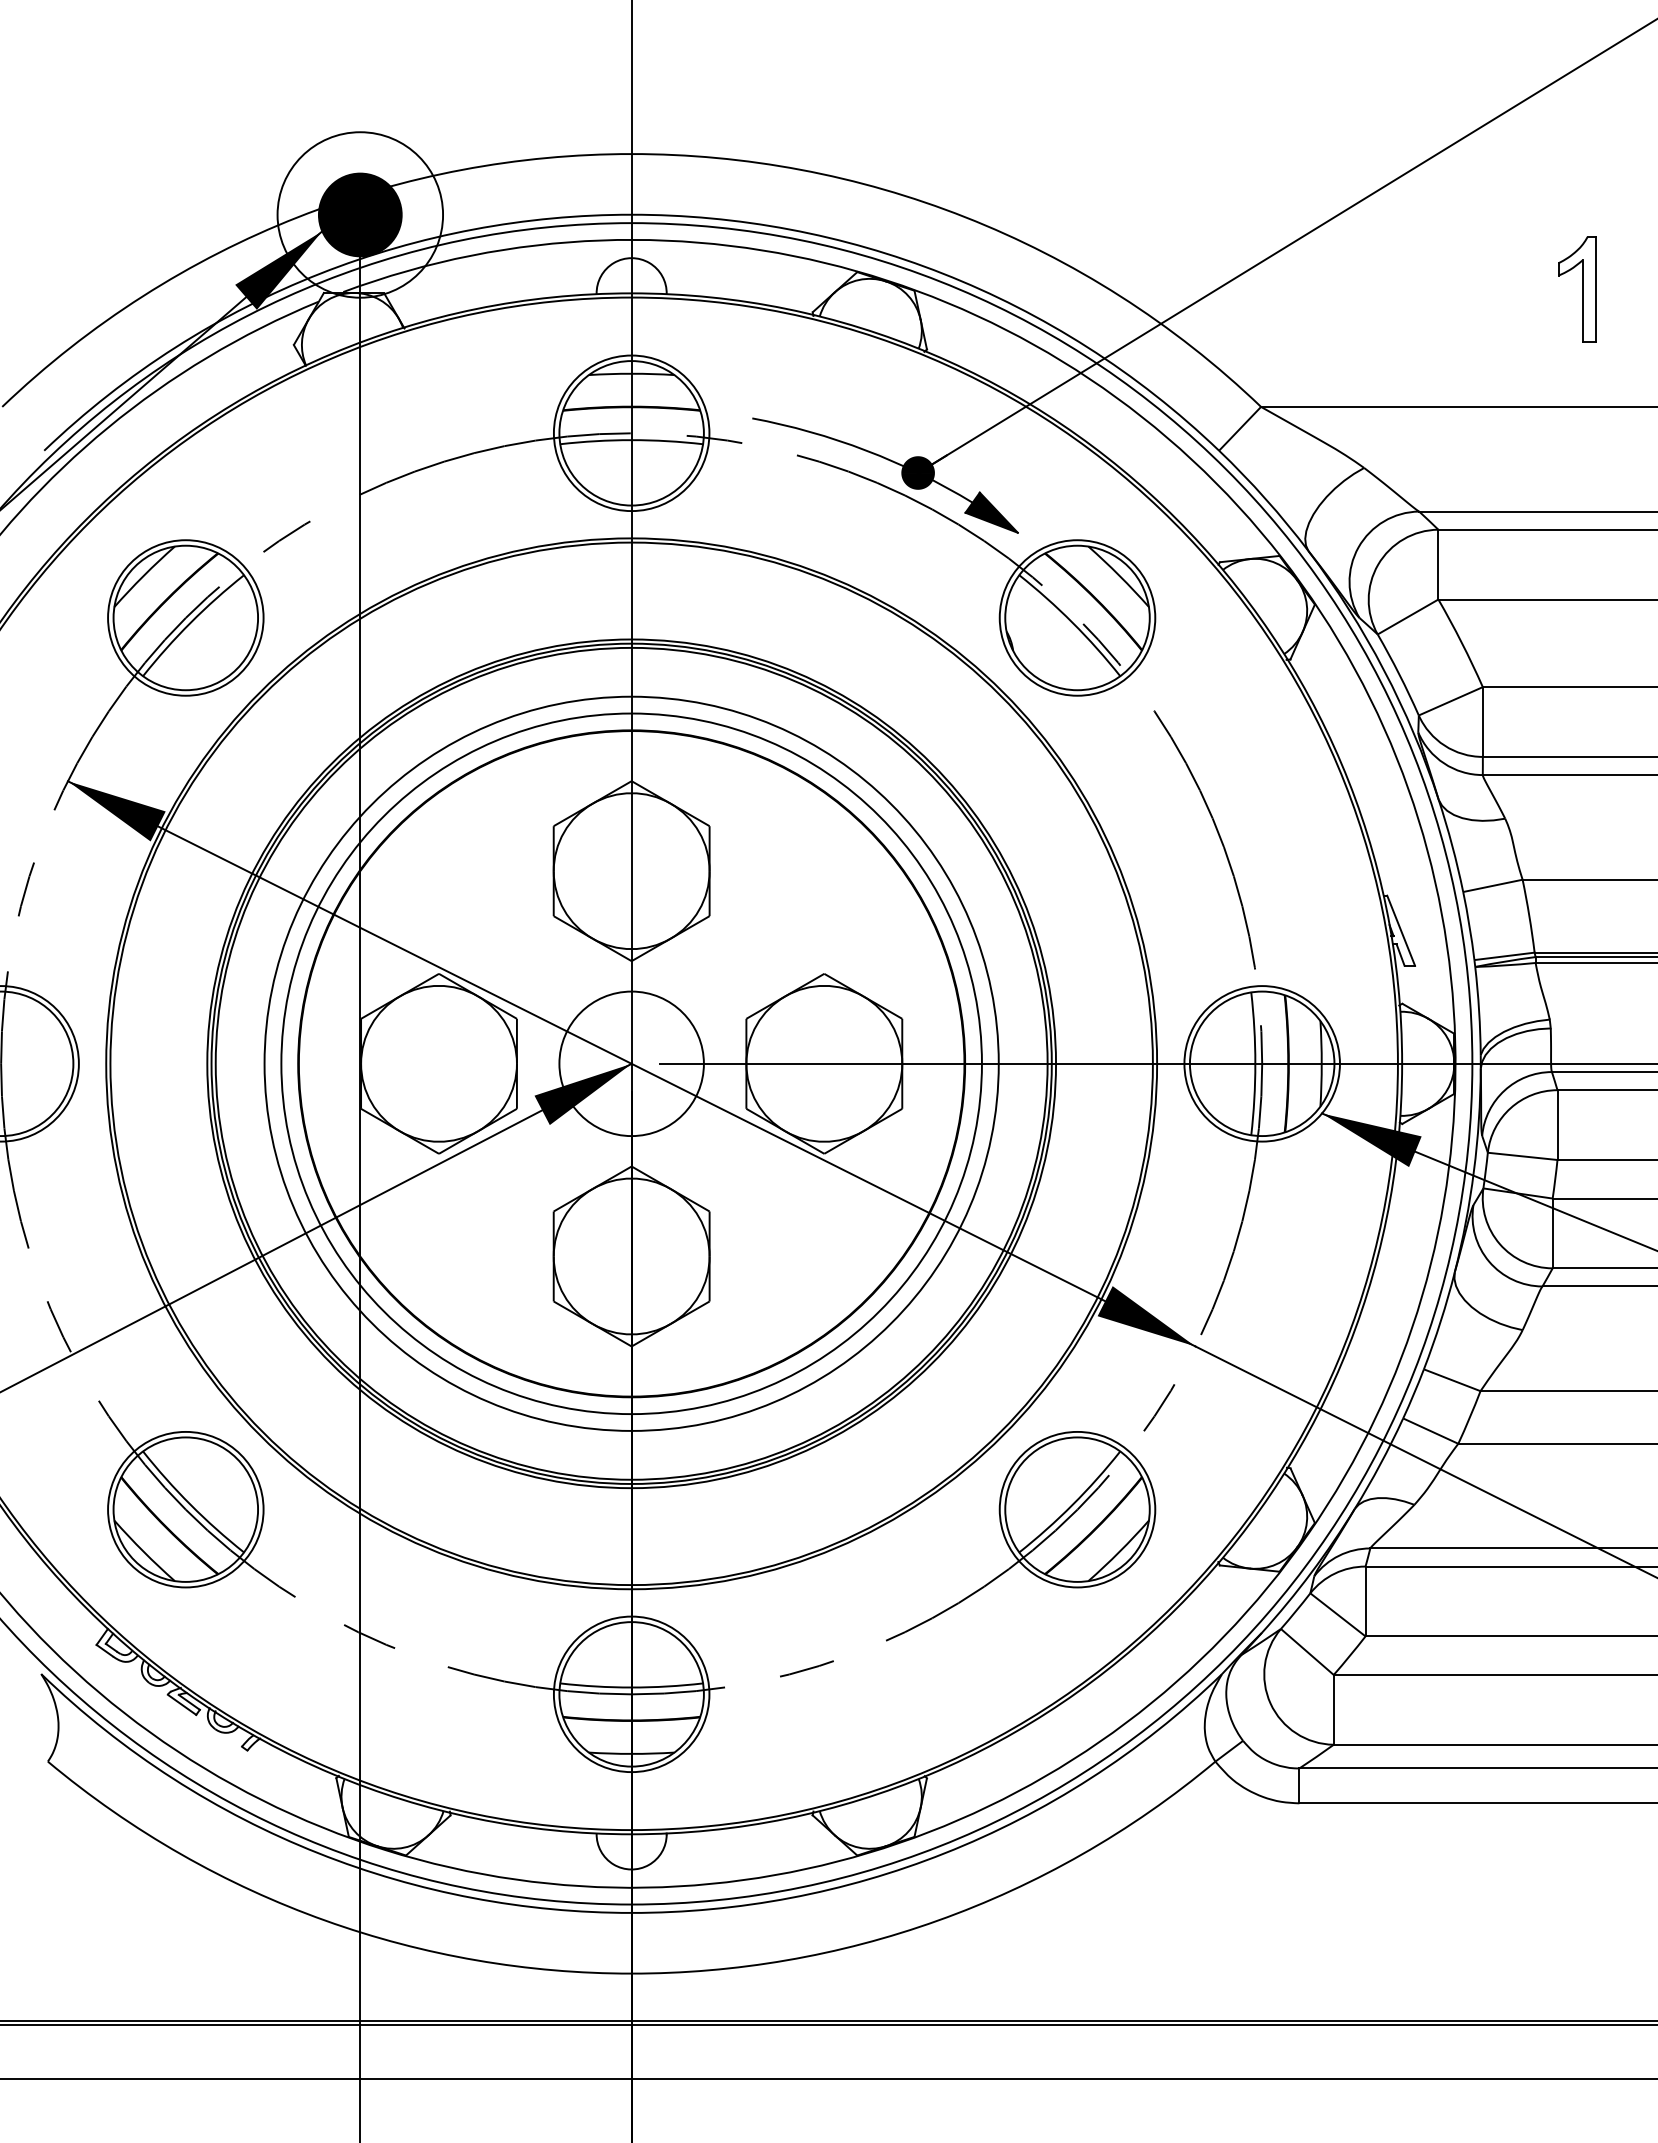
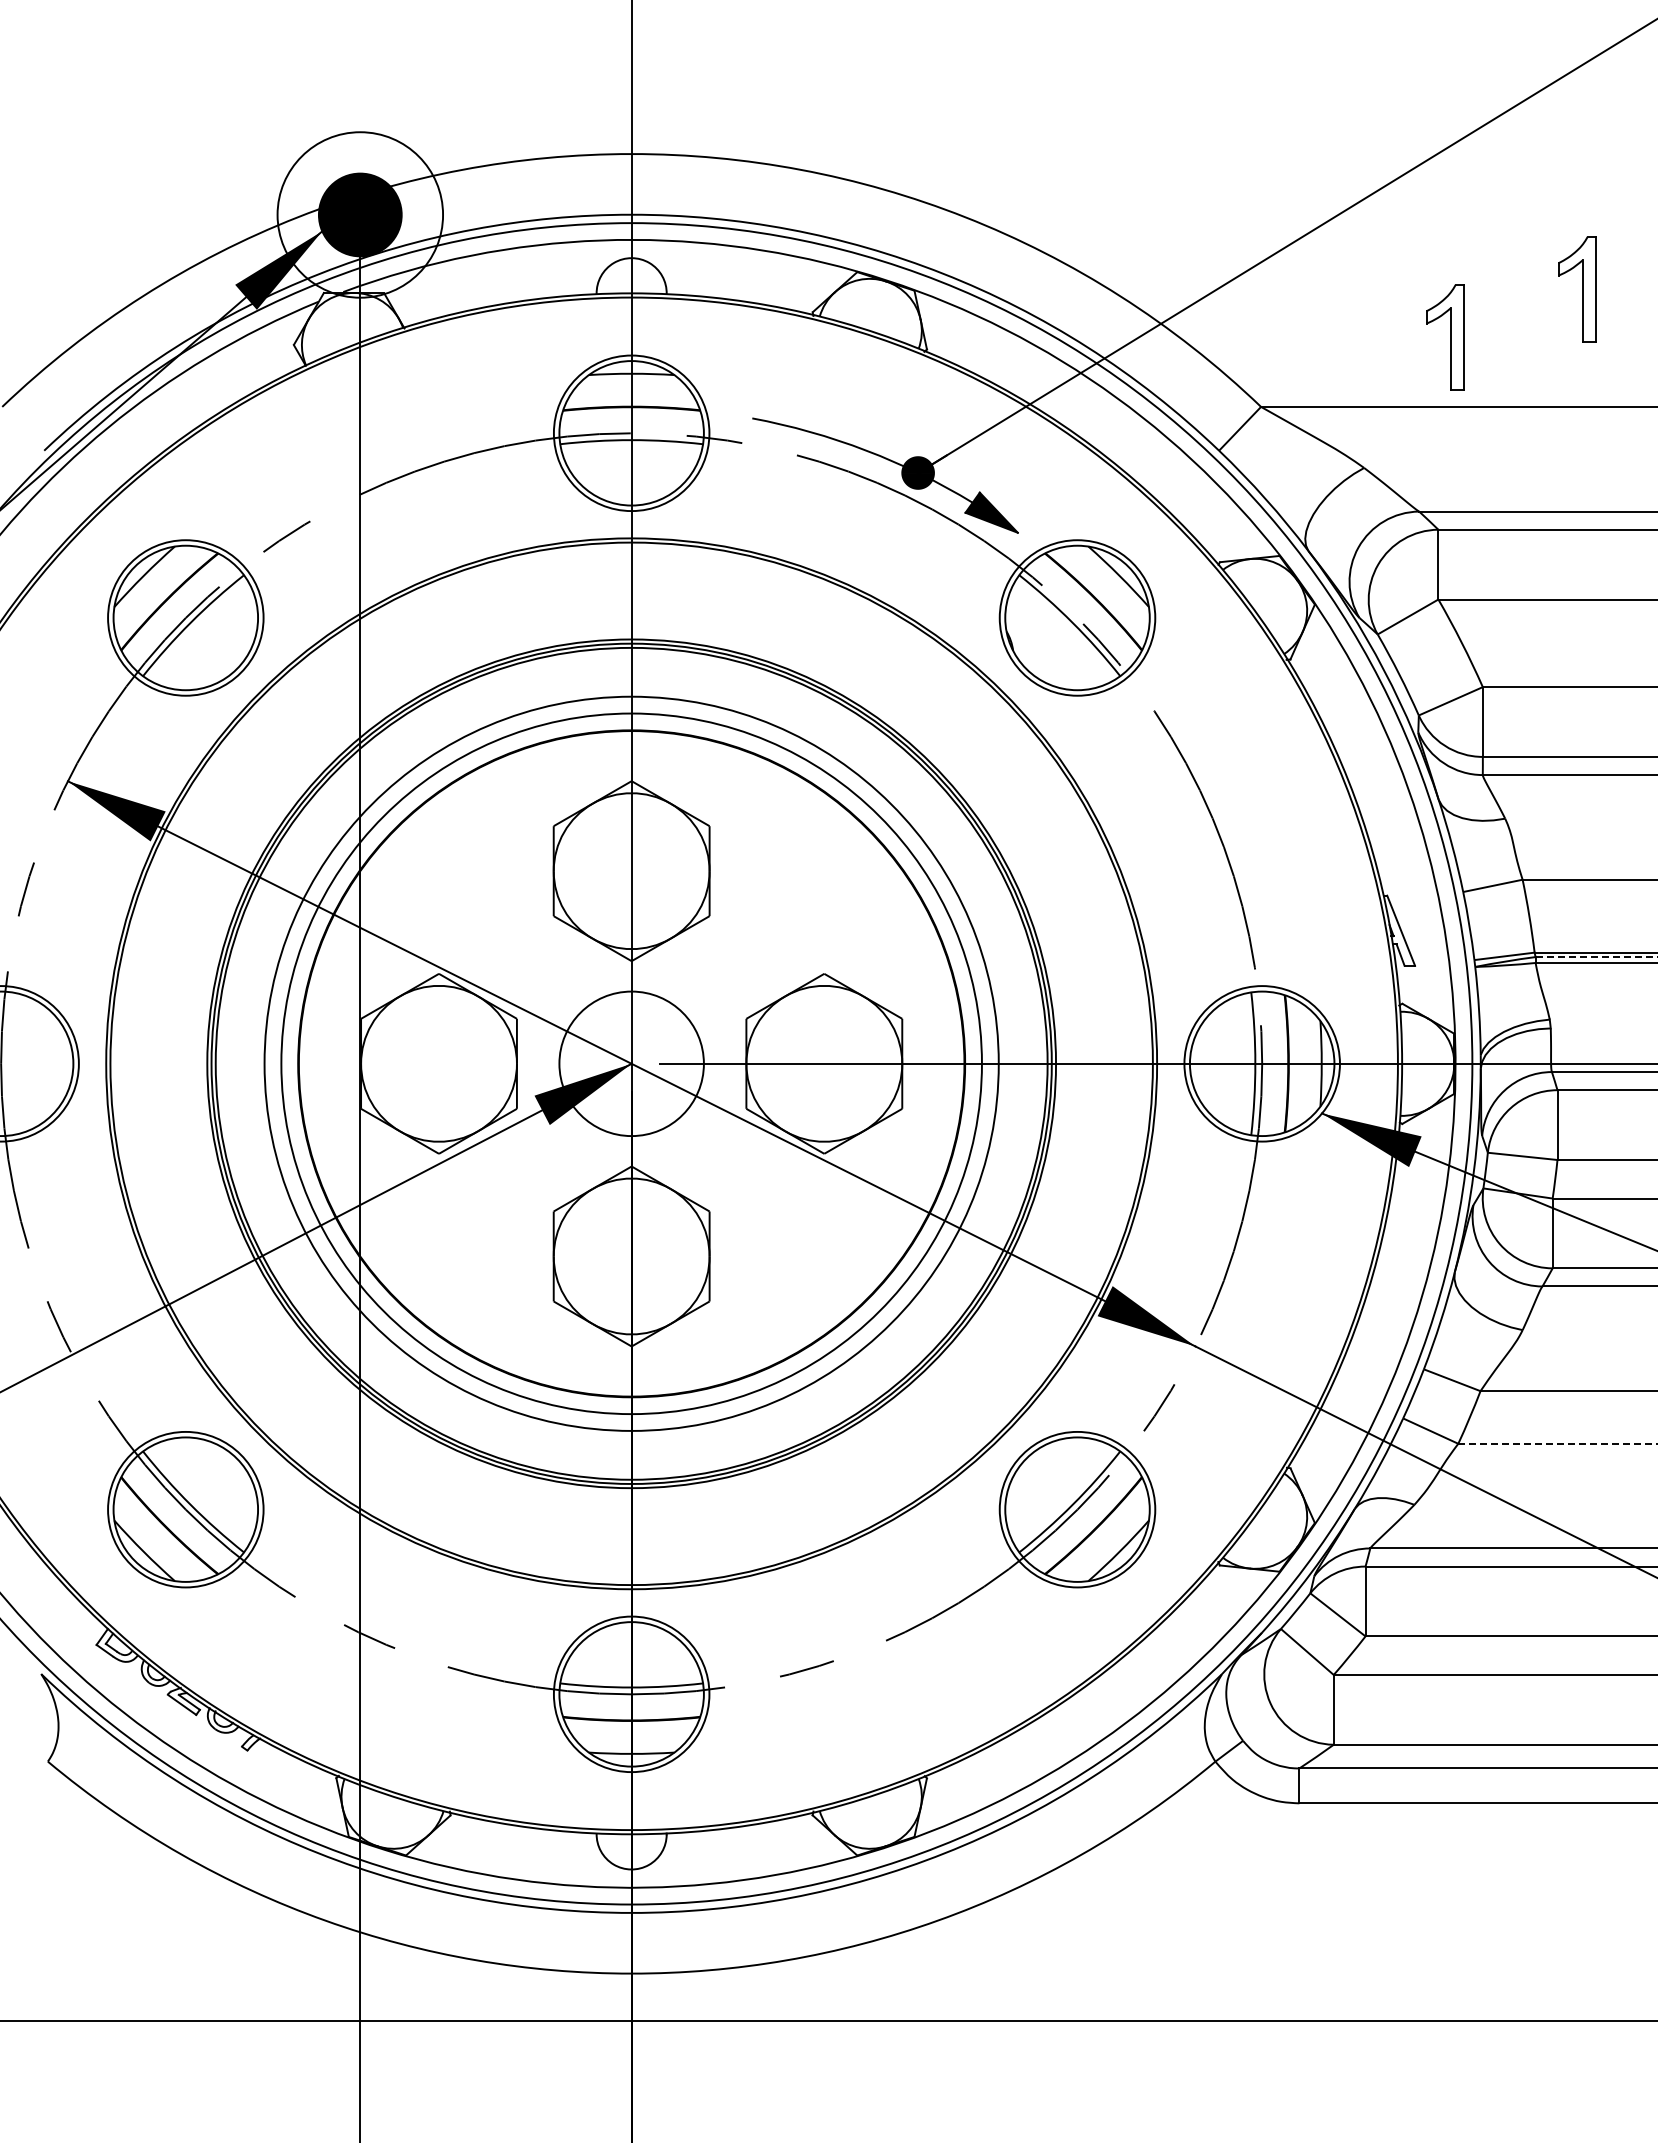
part at (1445, 337): none -> present
line at (1596, 957): solid -> dashed
line at (1558, 1443): solid -> dashed
line at (828, 2025): present -> none
line at (828, 2078): present -> none
